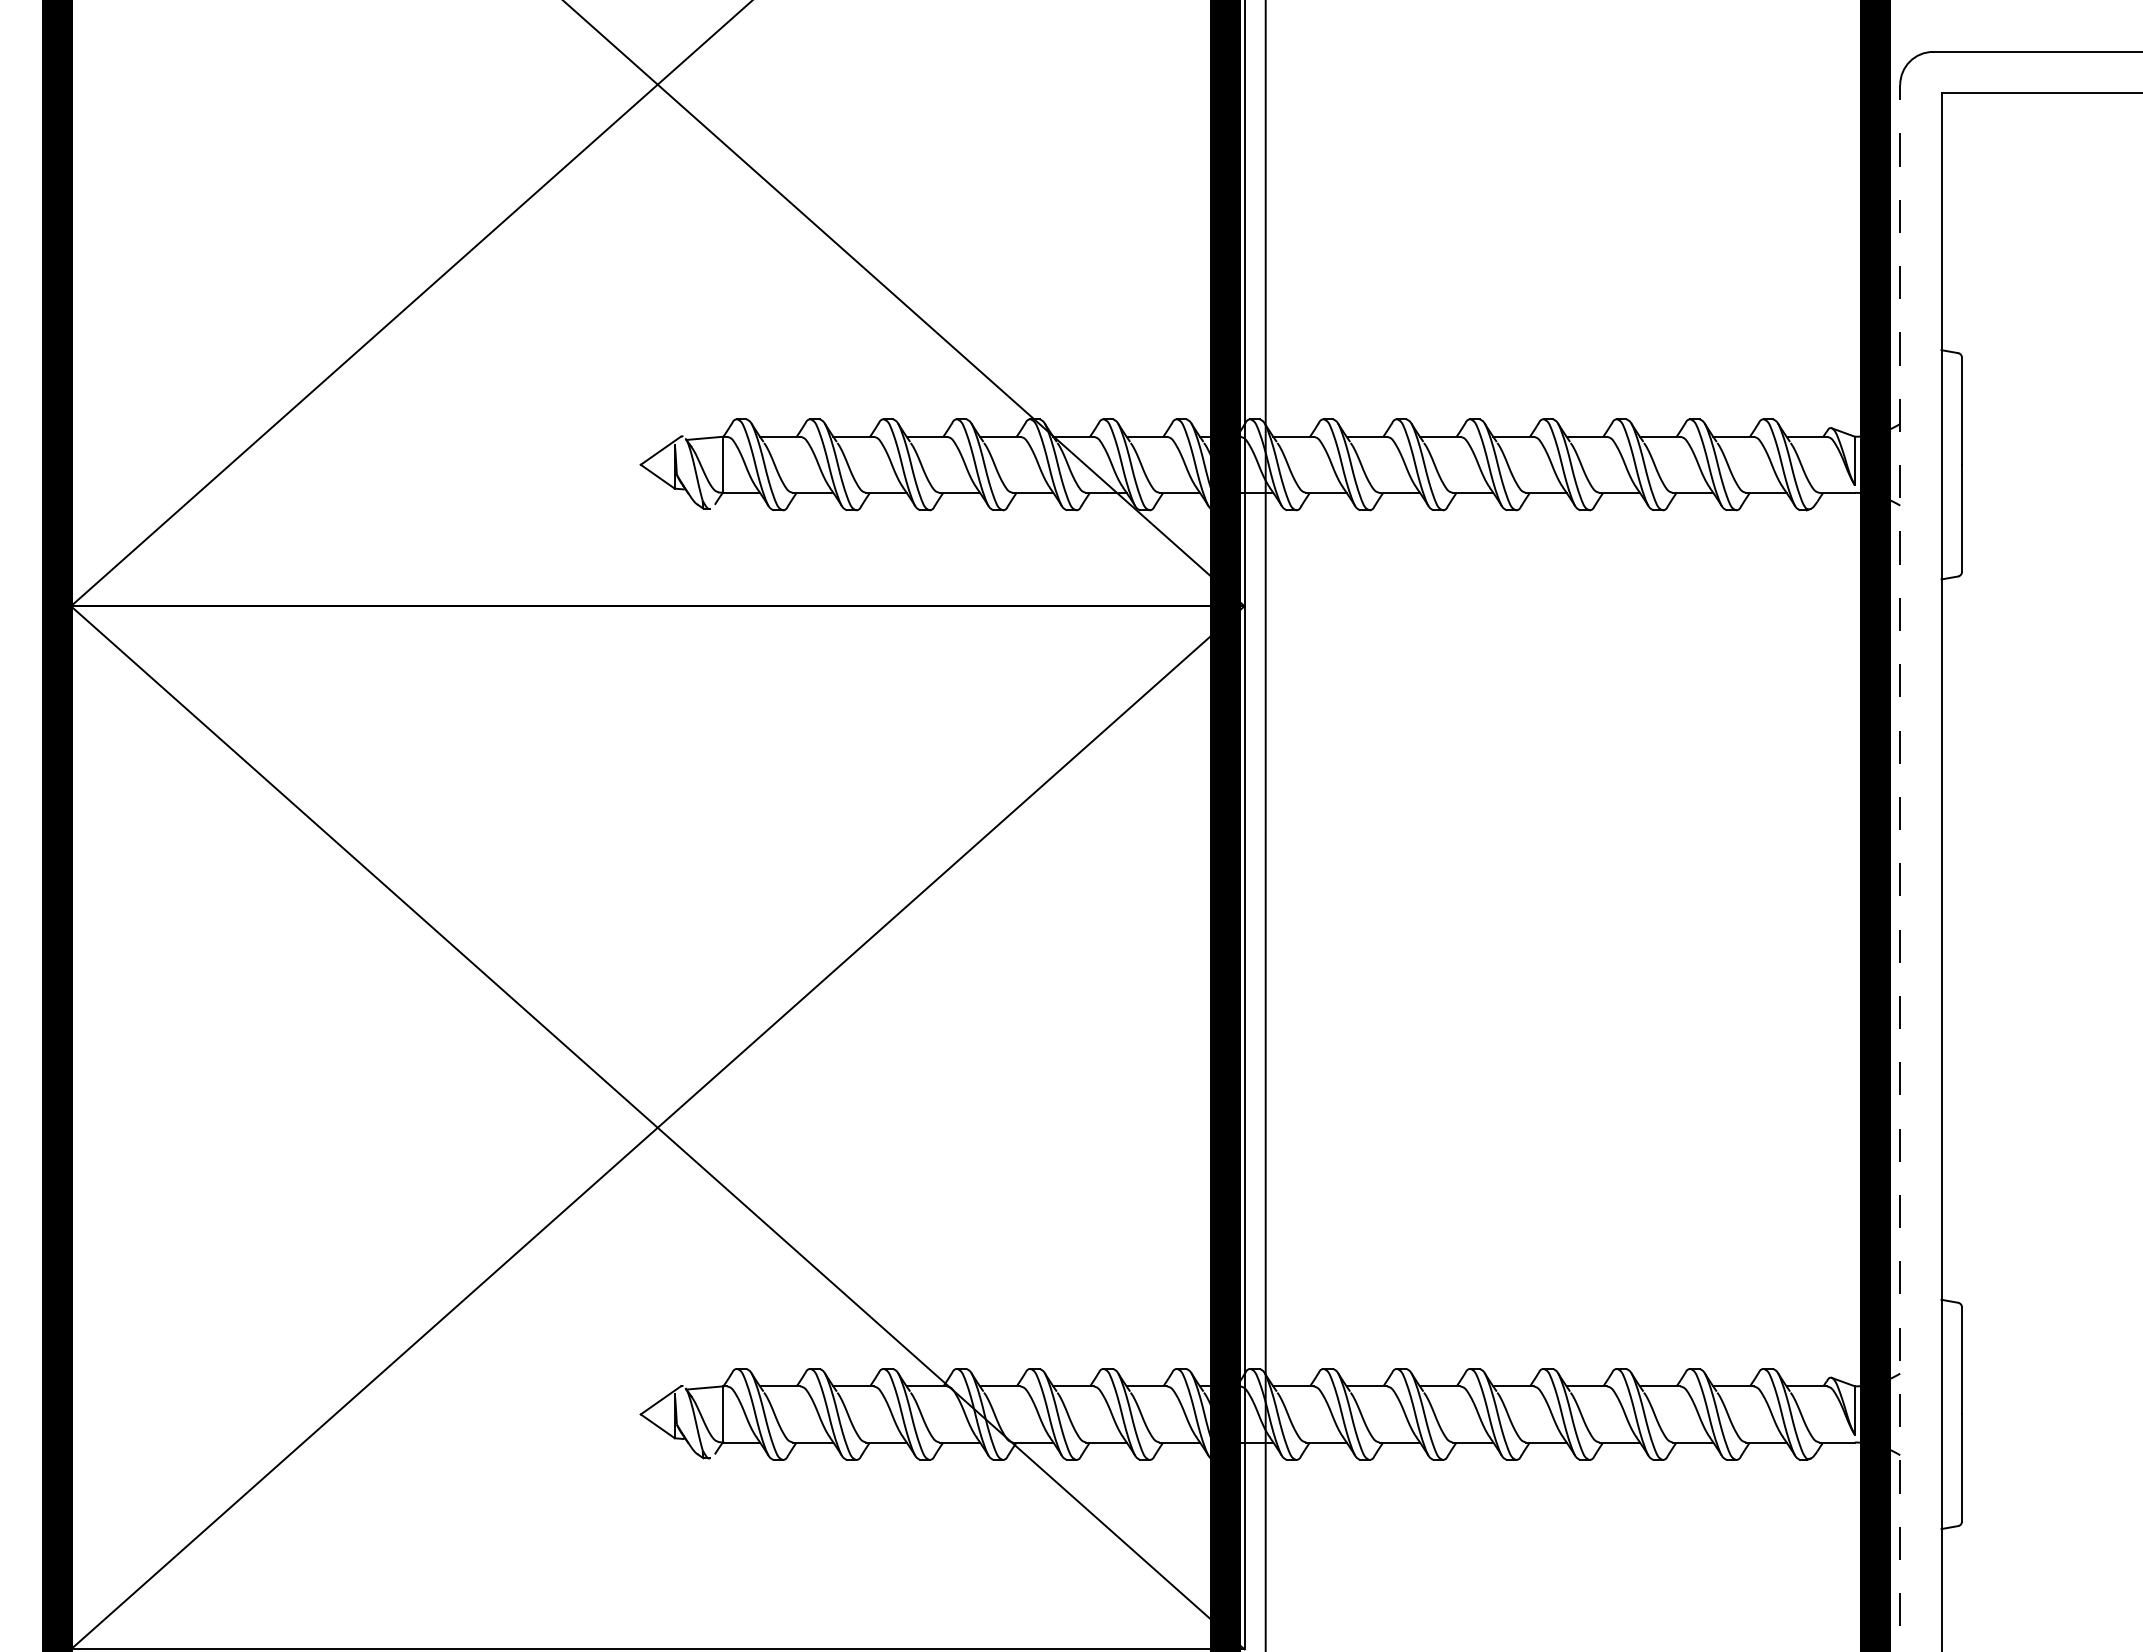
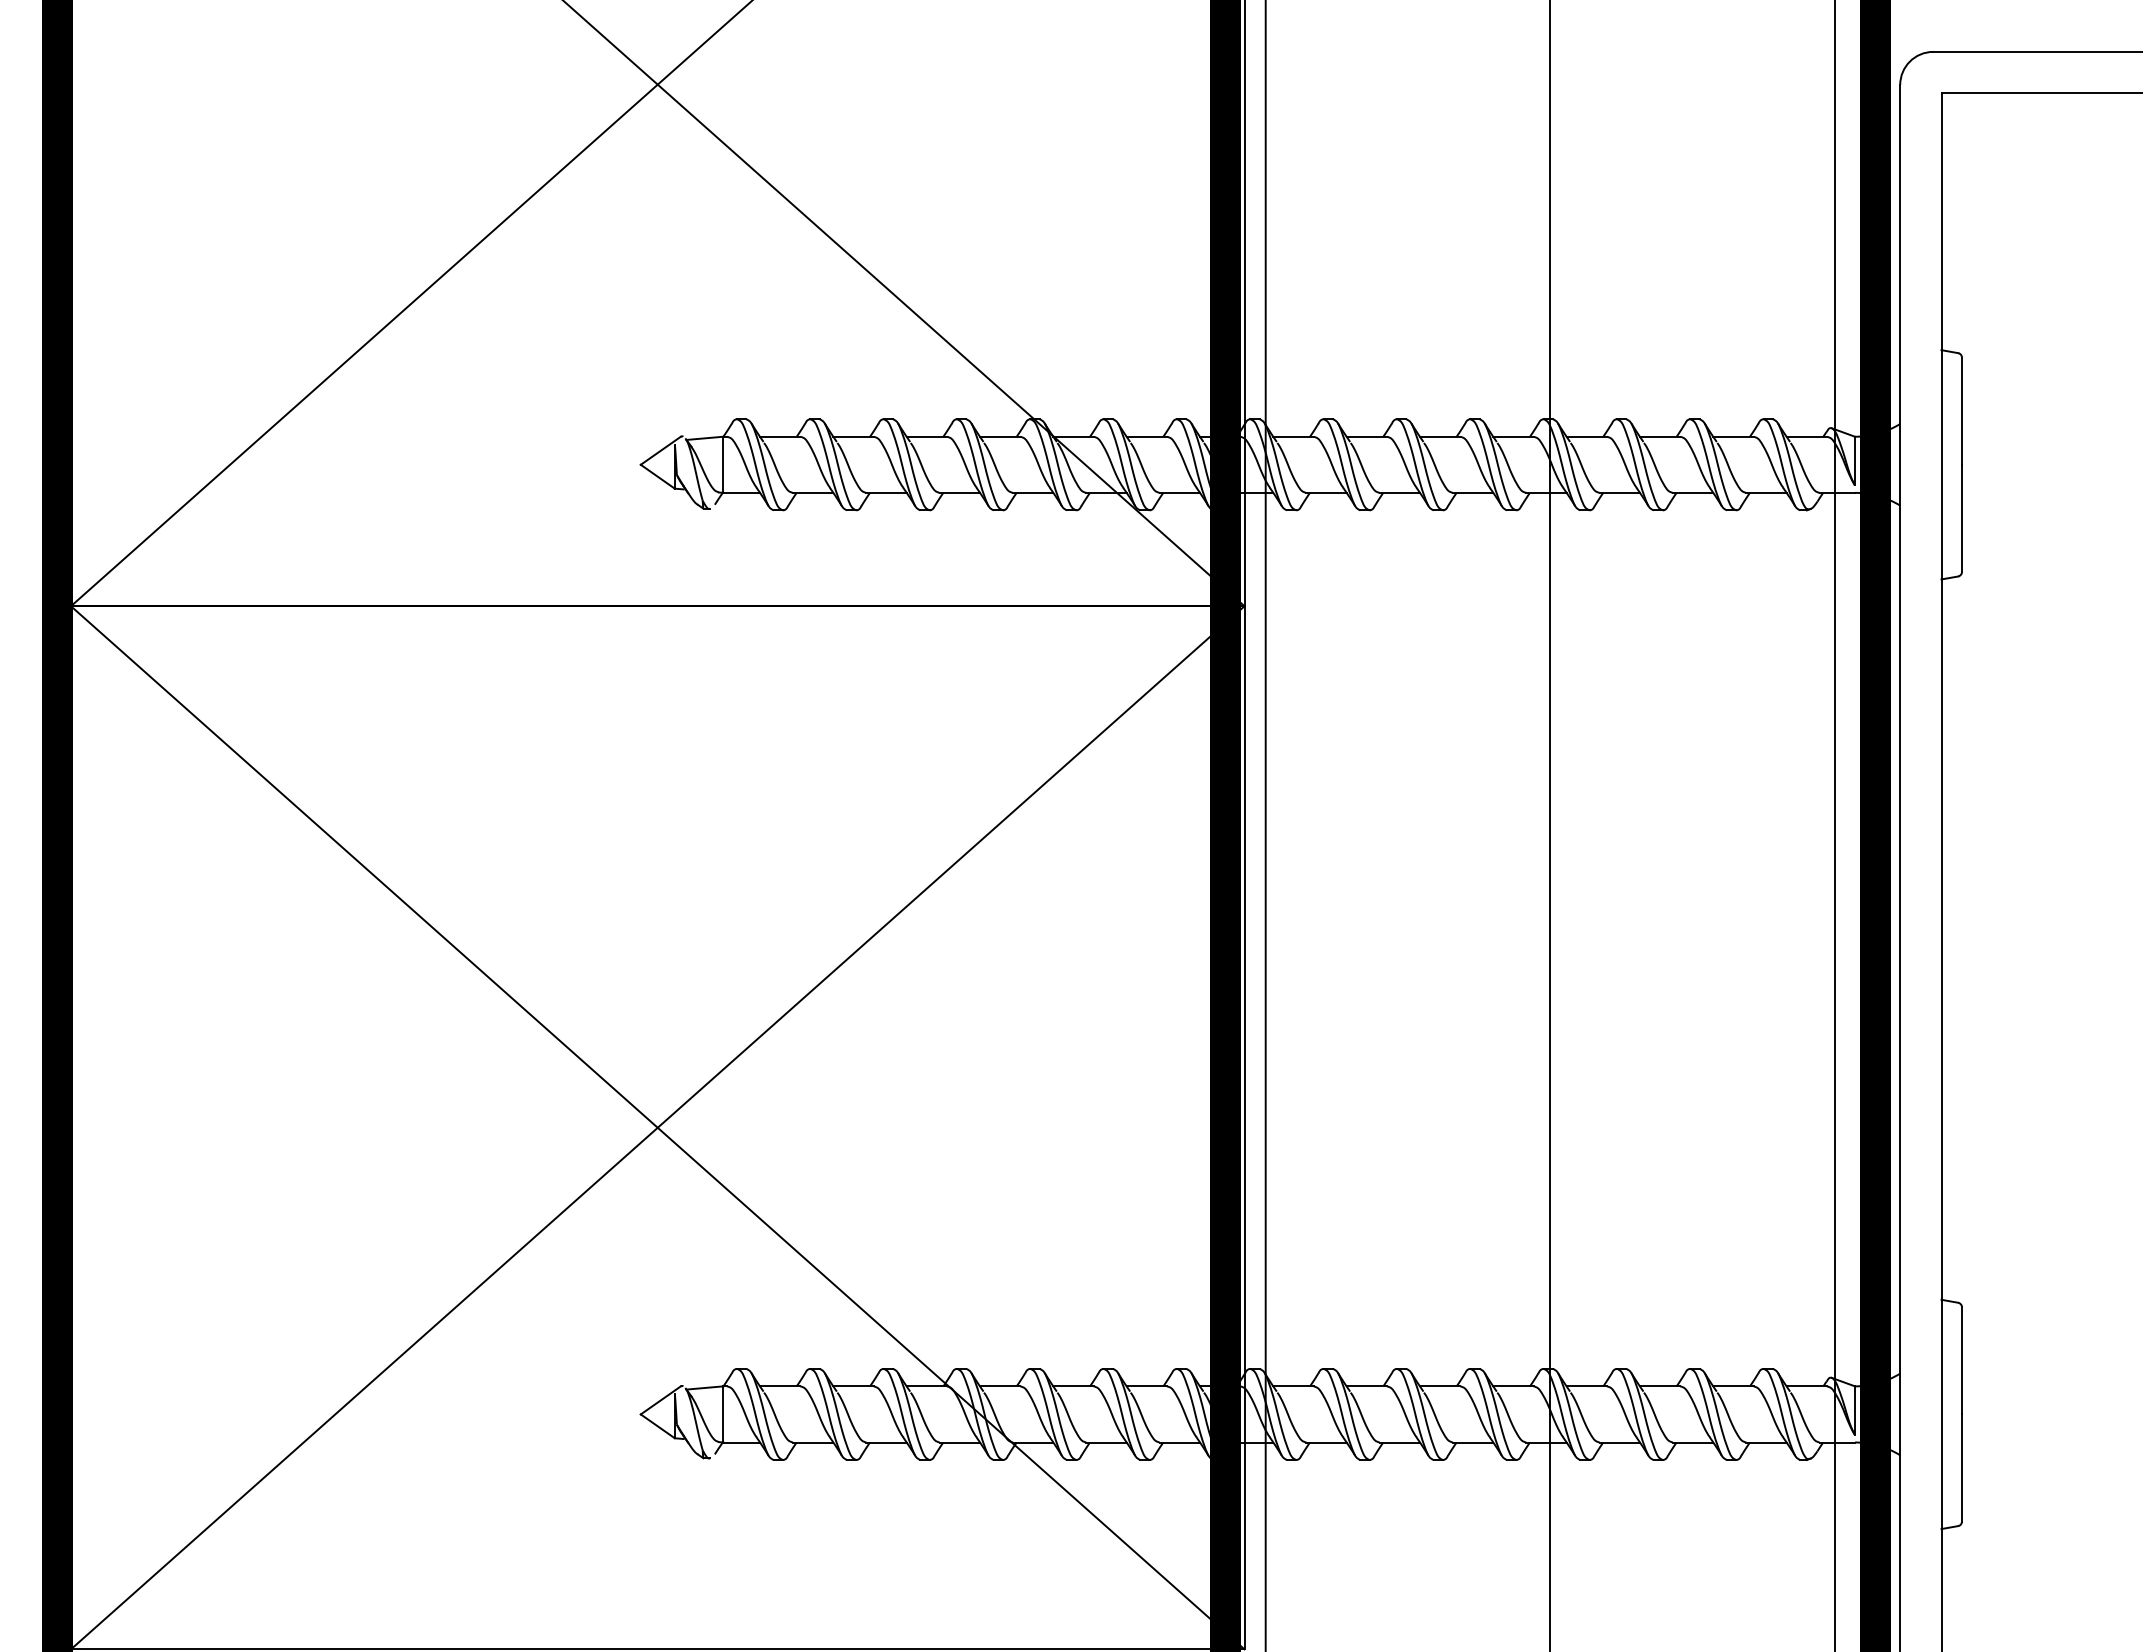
line at (1550, 825): none -> present
line at (1834, 825): none -> present
line at (1900, 867): dashed -> solid
